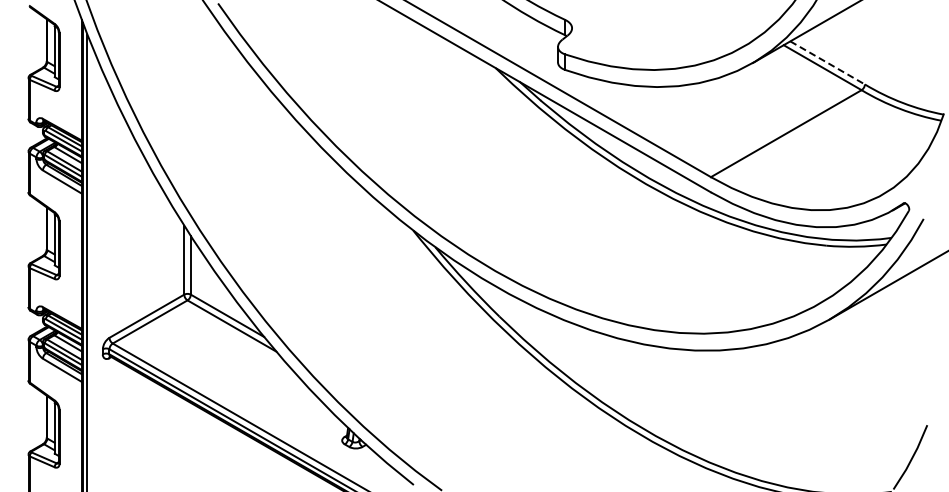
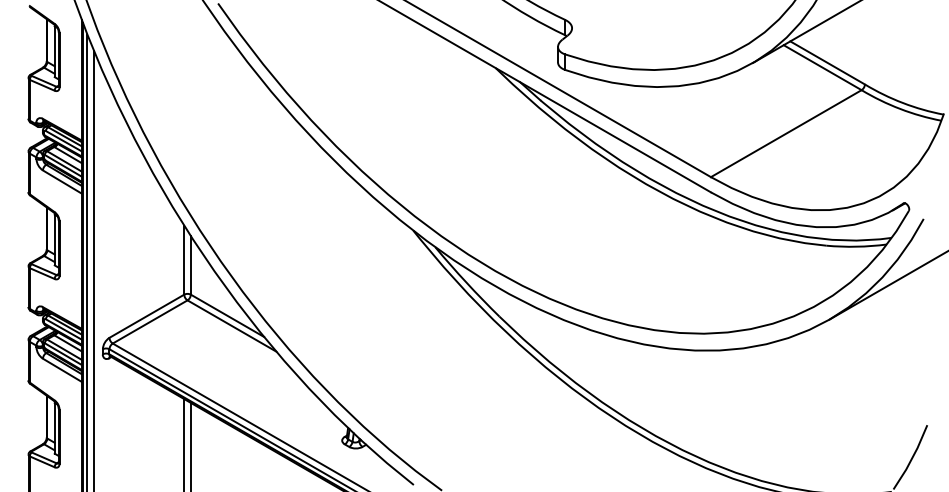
line at (828, 63): dashed -> solid
line at (94, 269): none -> present
line at (184, 443): none -> present
line at (190, 445): none -> present
